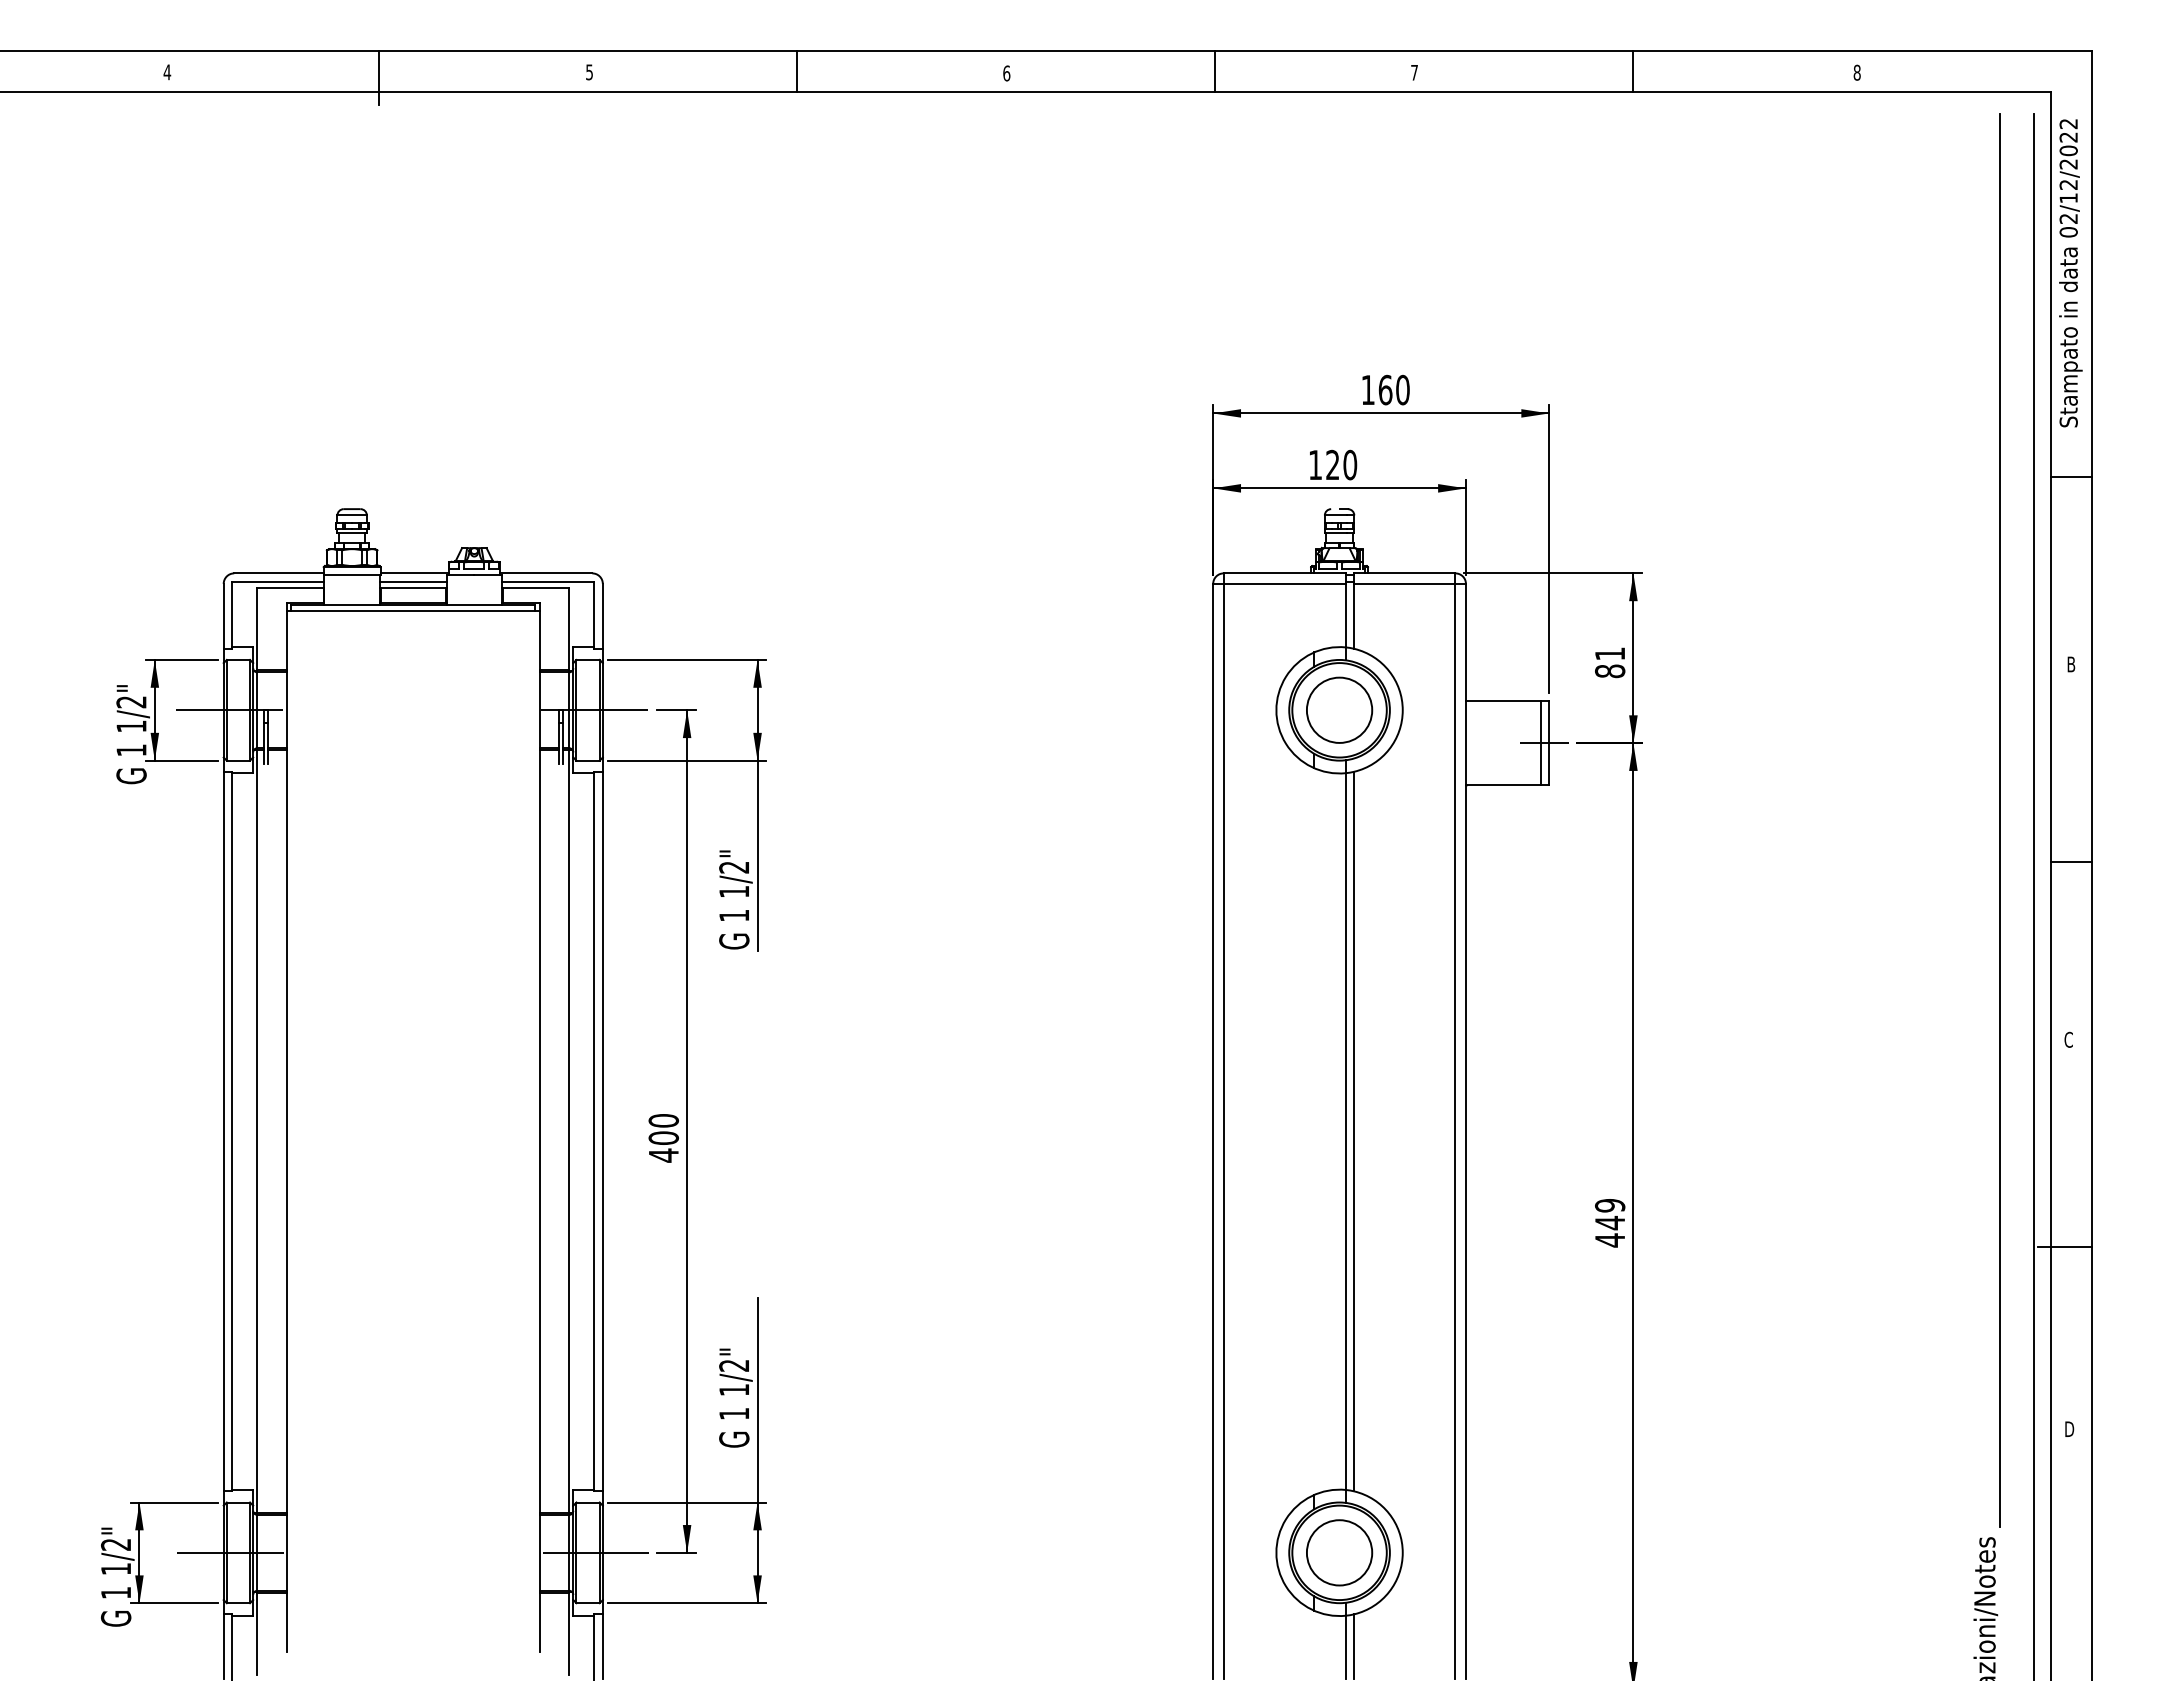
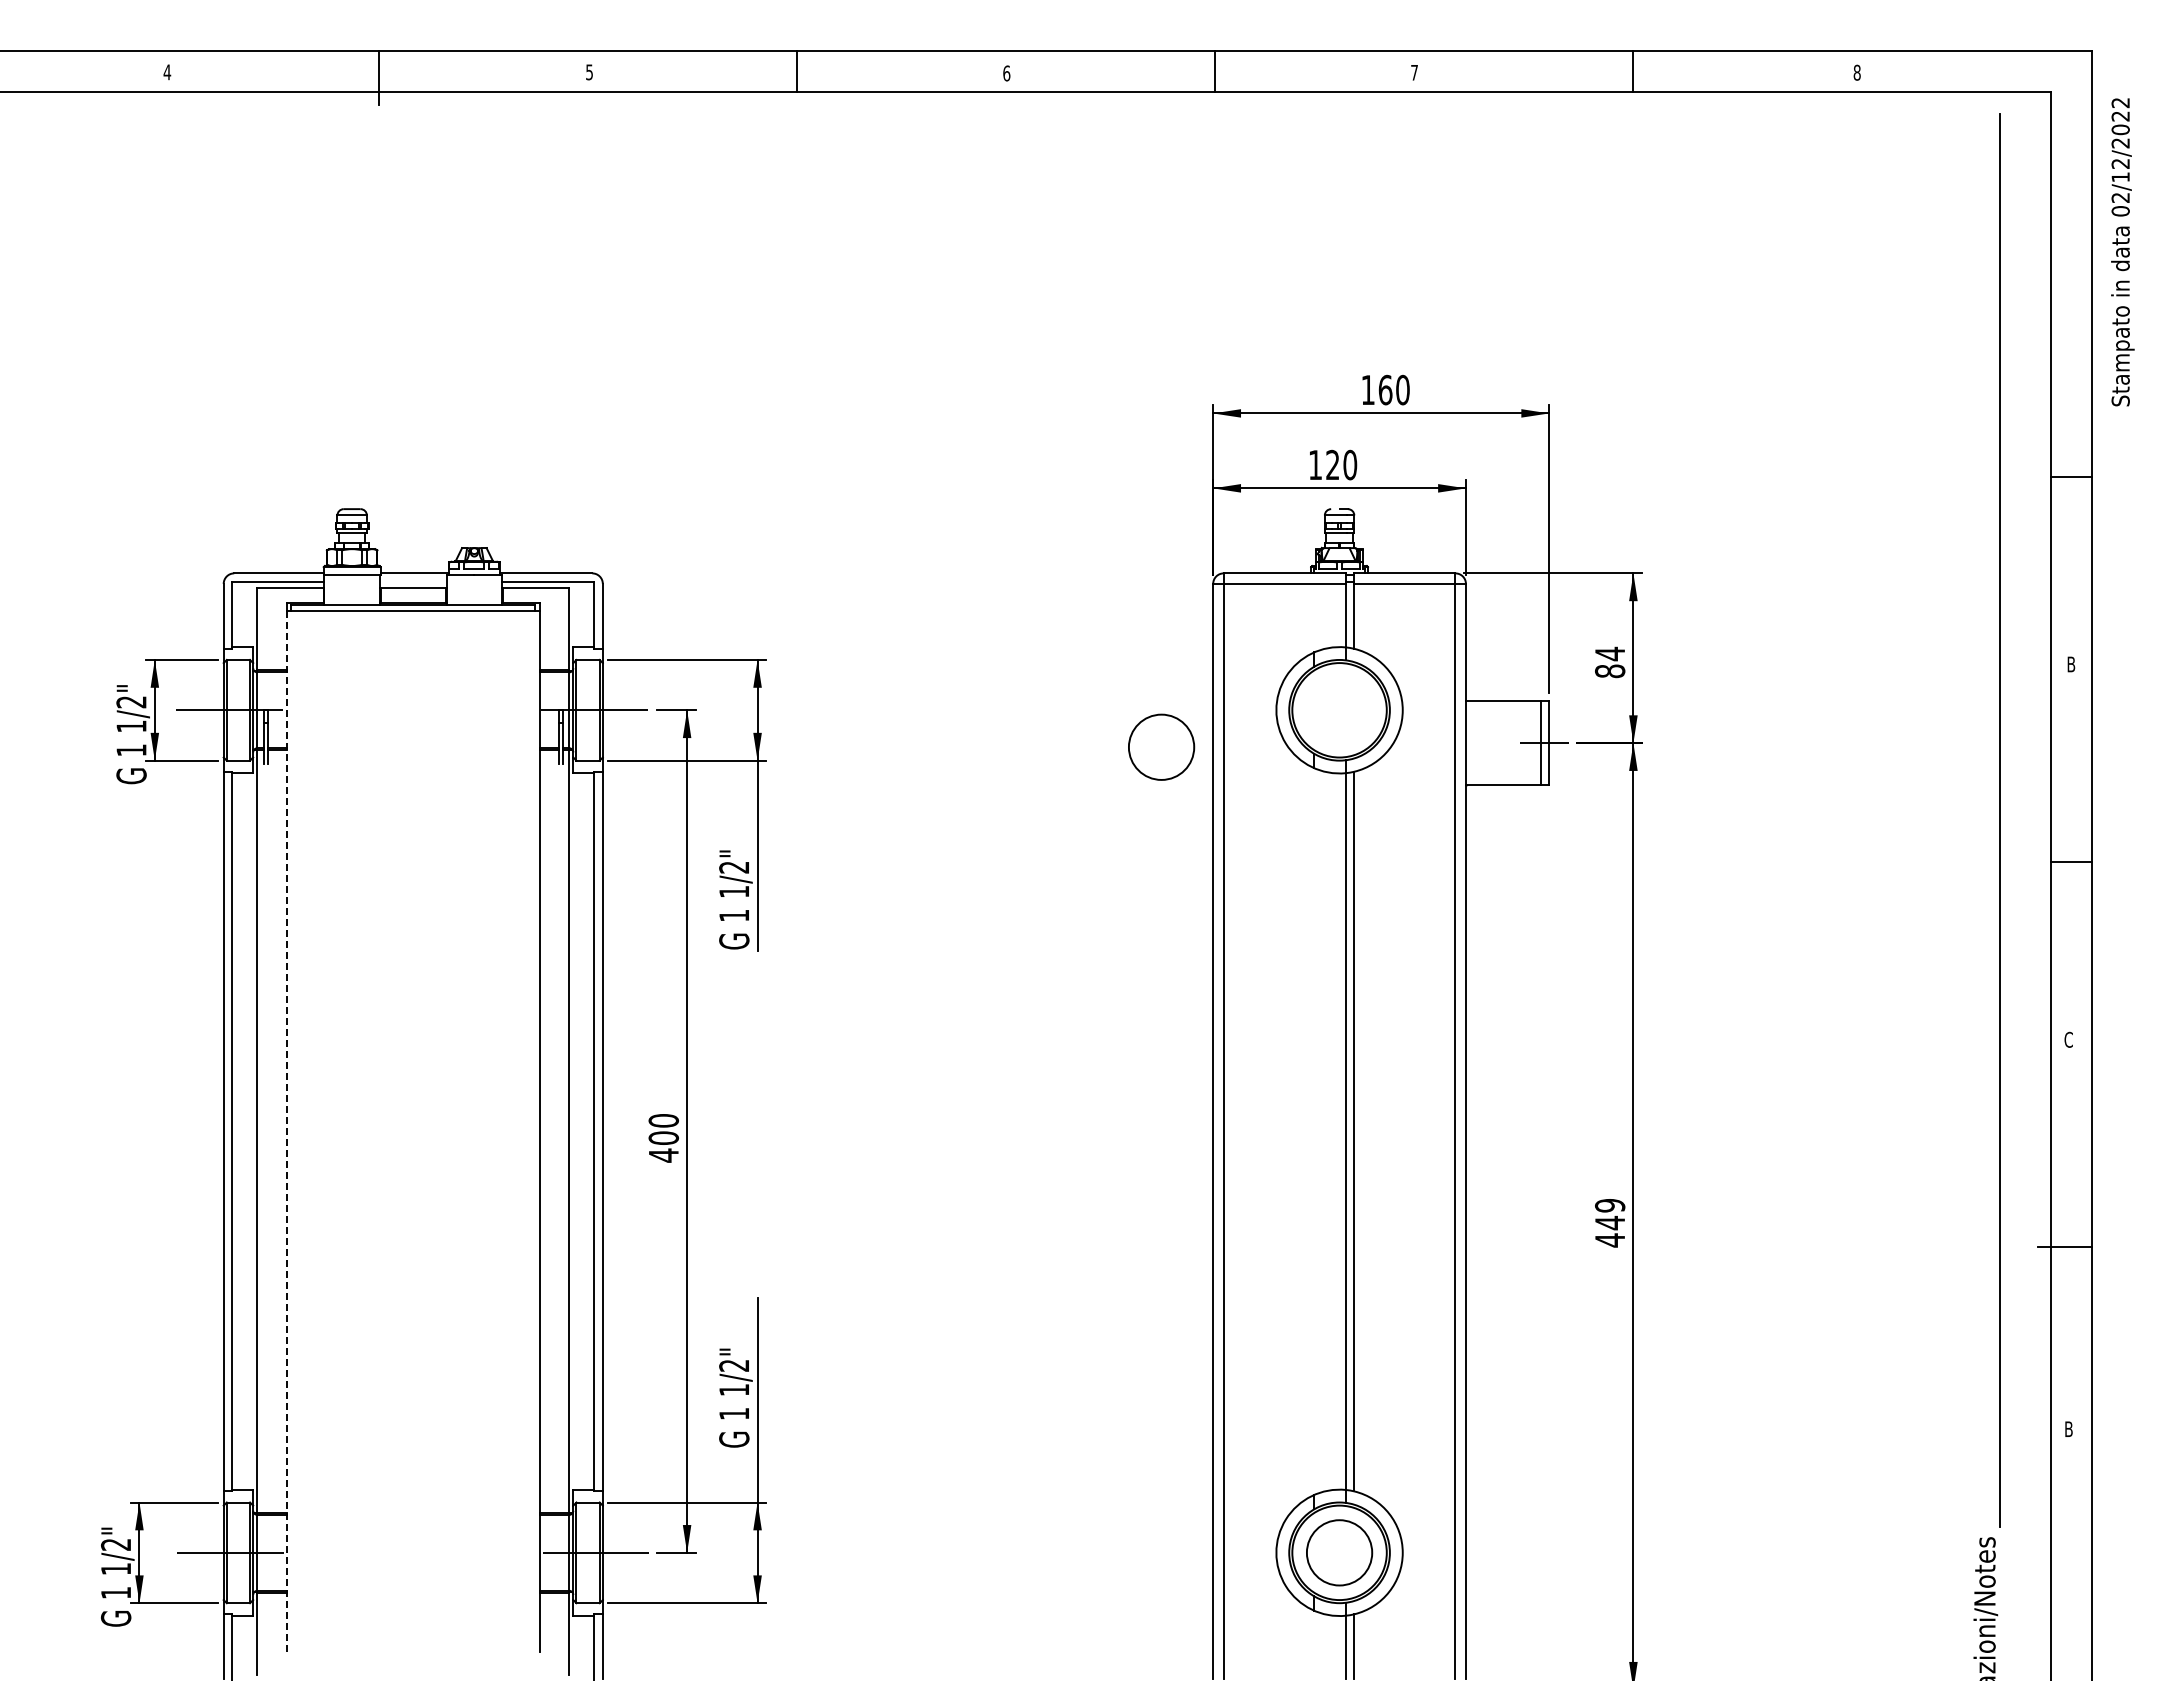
text at (2070, 273) position: (2070, 273) -> (2122, 252)
line at (412, 581): present -> none
text at (1609, 653): 81 -> 84
circle at (1339, 709) position: (1339, 709) -> (1161, 746)
line at (2033, 895): present -> none
line at (286, 1132): solid -> dashed
text at (2070, 1429): D -> B
